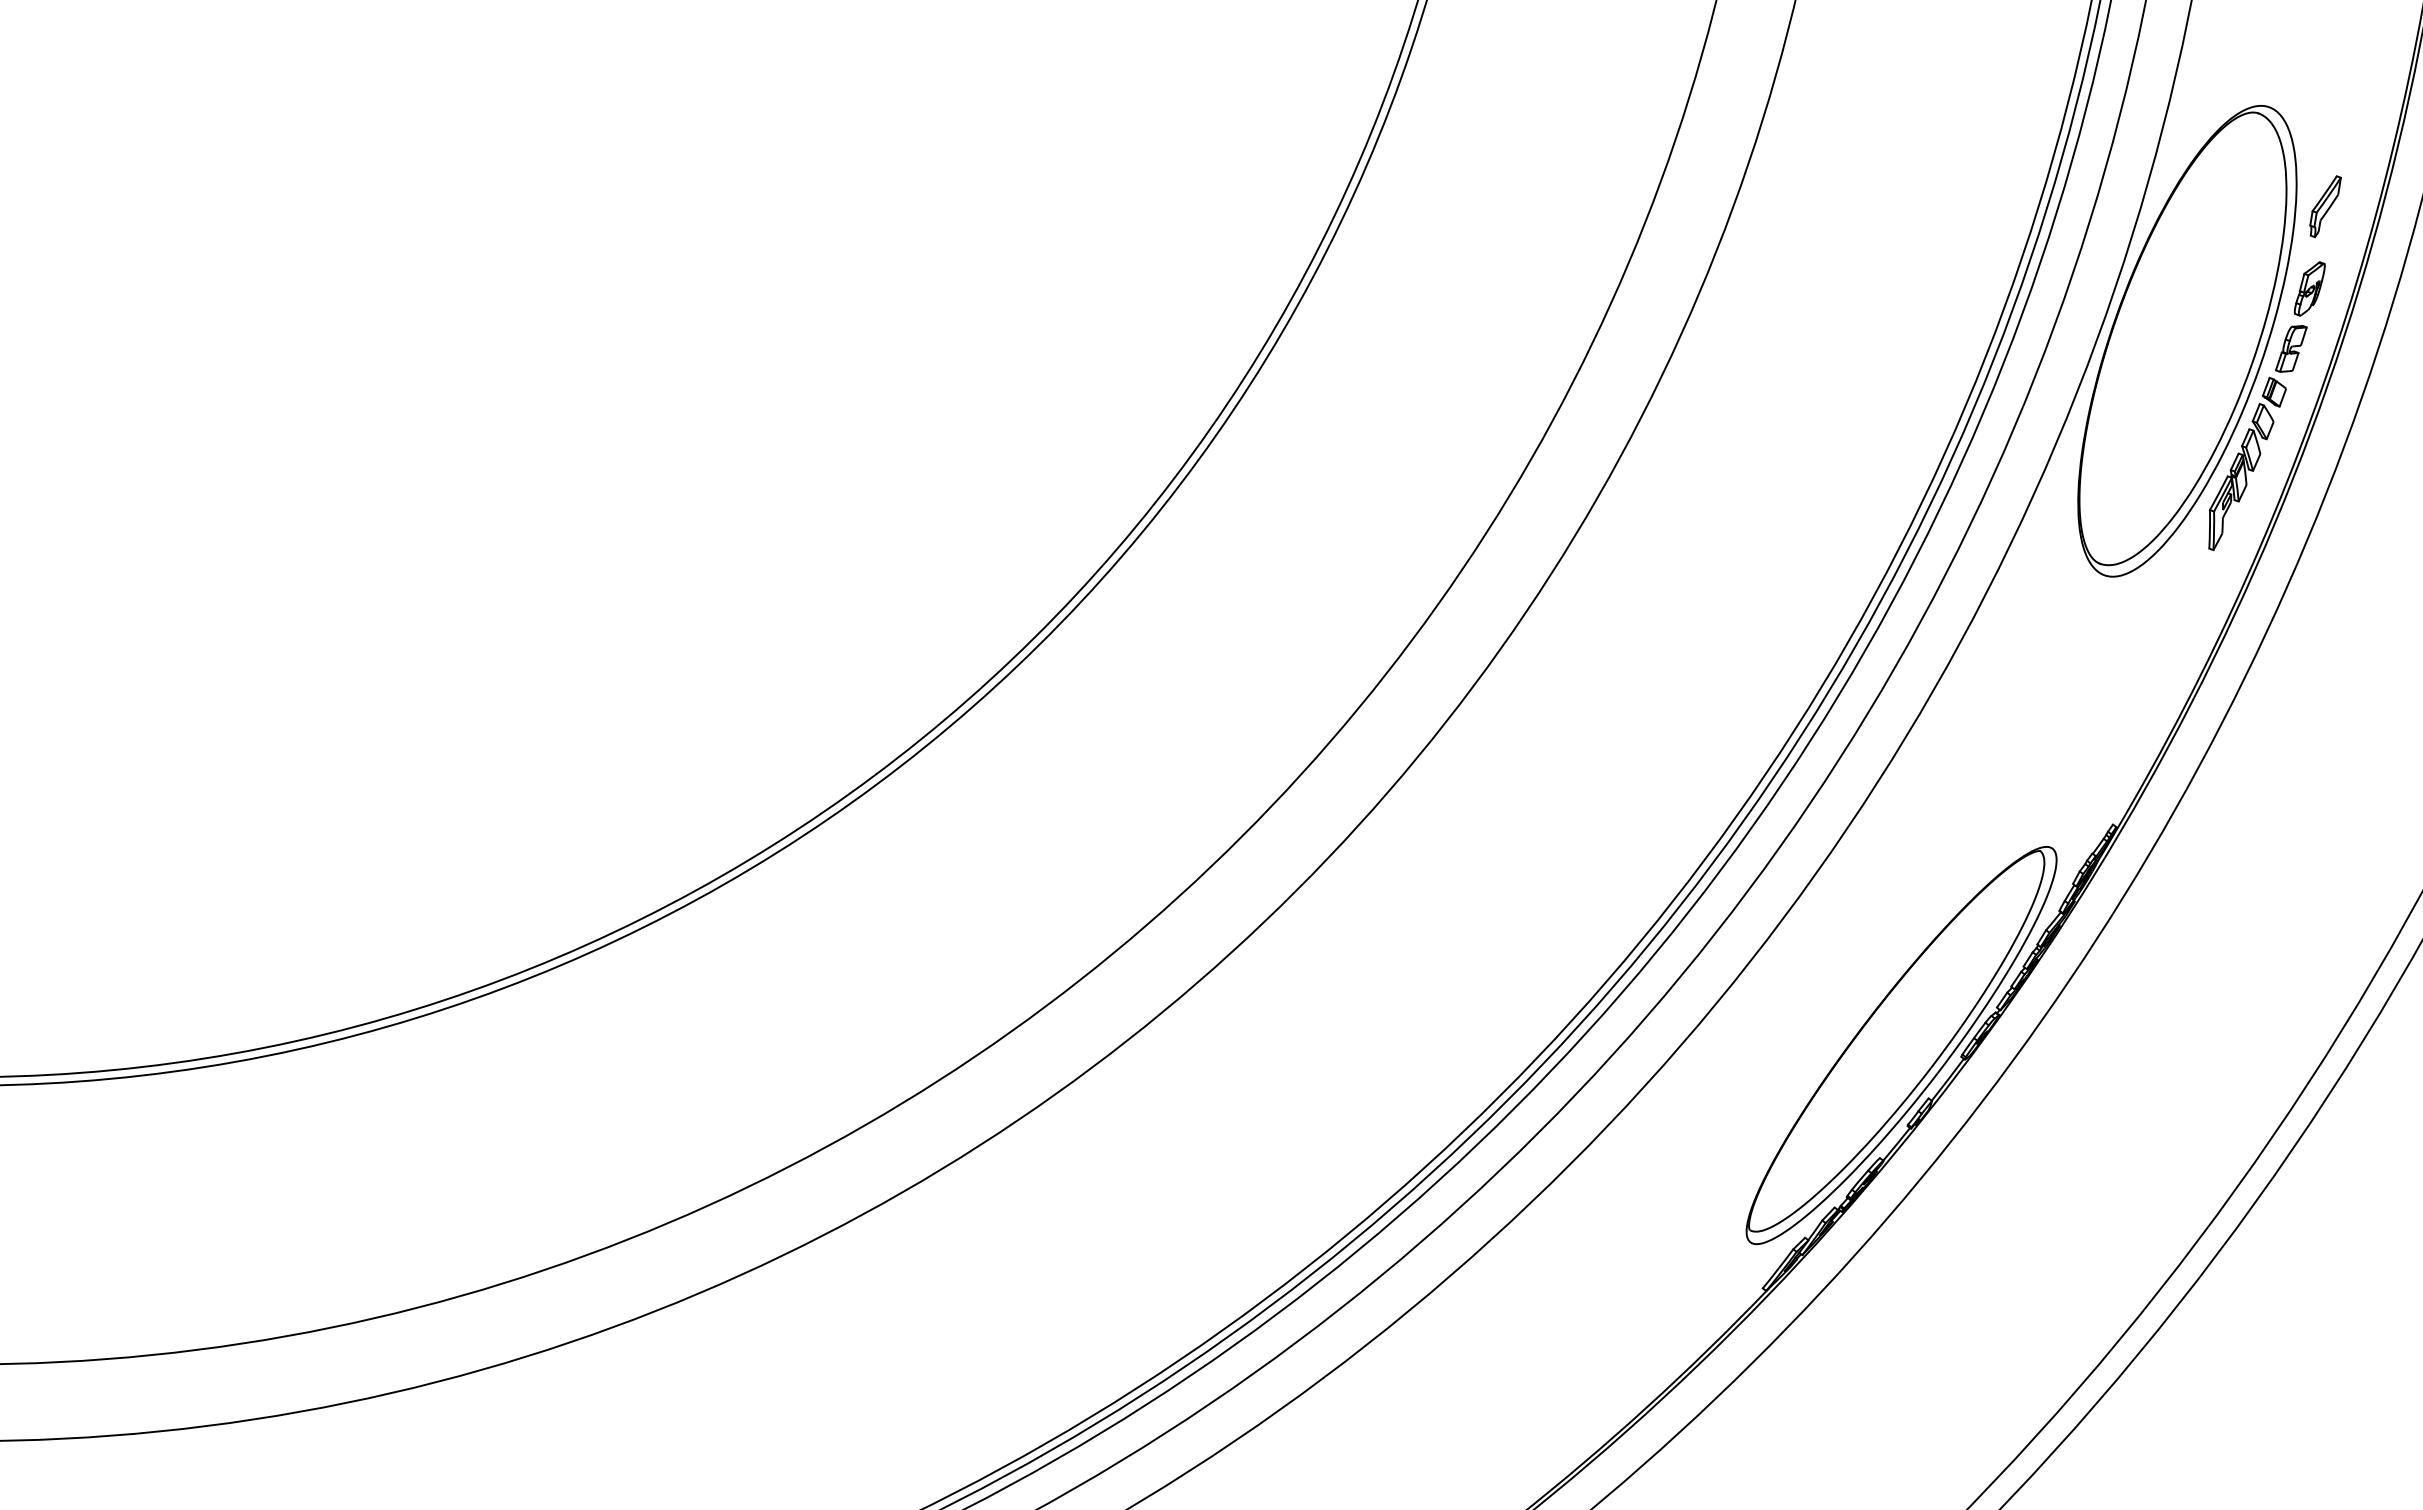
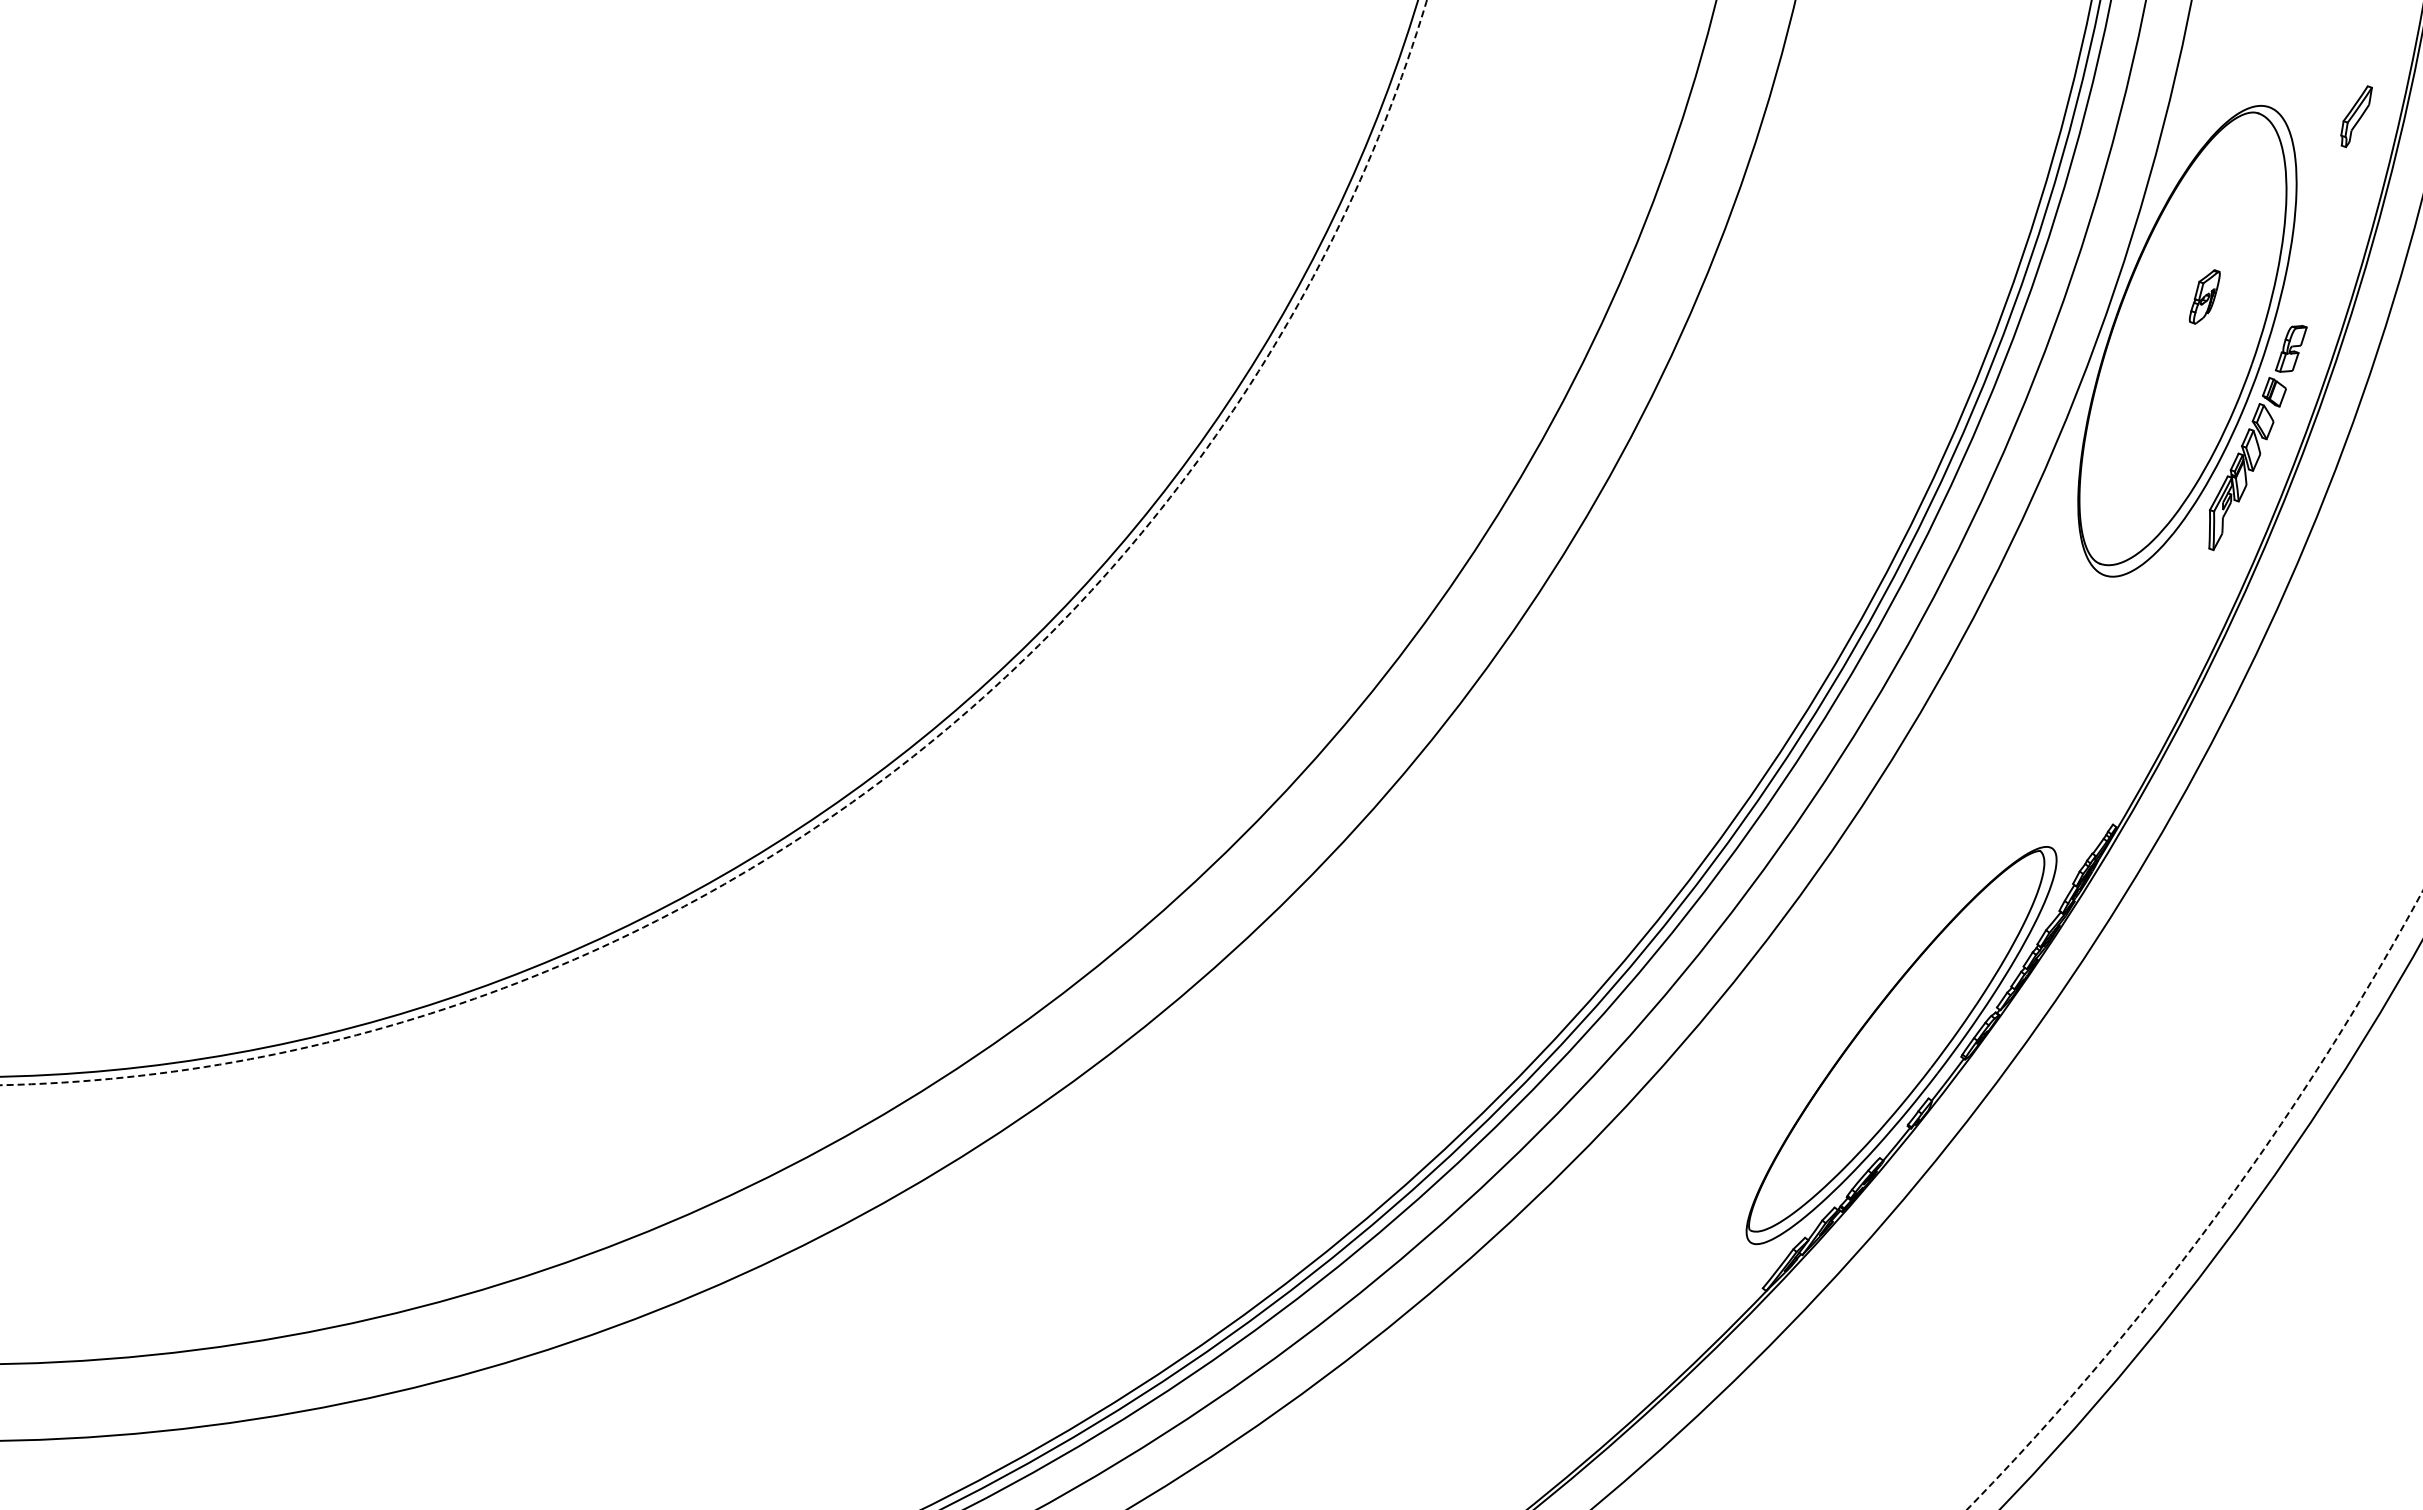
part at (2325, 206) position: (2325, 206) -> (2356, 116)
part at (2309, 288) position: (2309, 288) -> (2204, 296)
arc at (890, 774): solid -> dashed
arc at (2216, 1215): solid -> dashed
